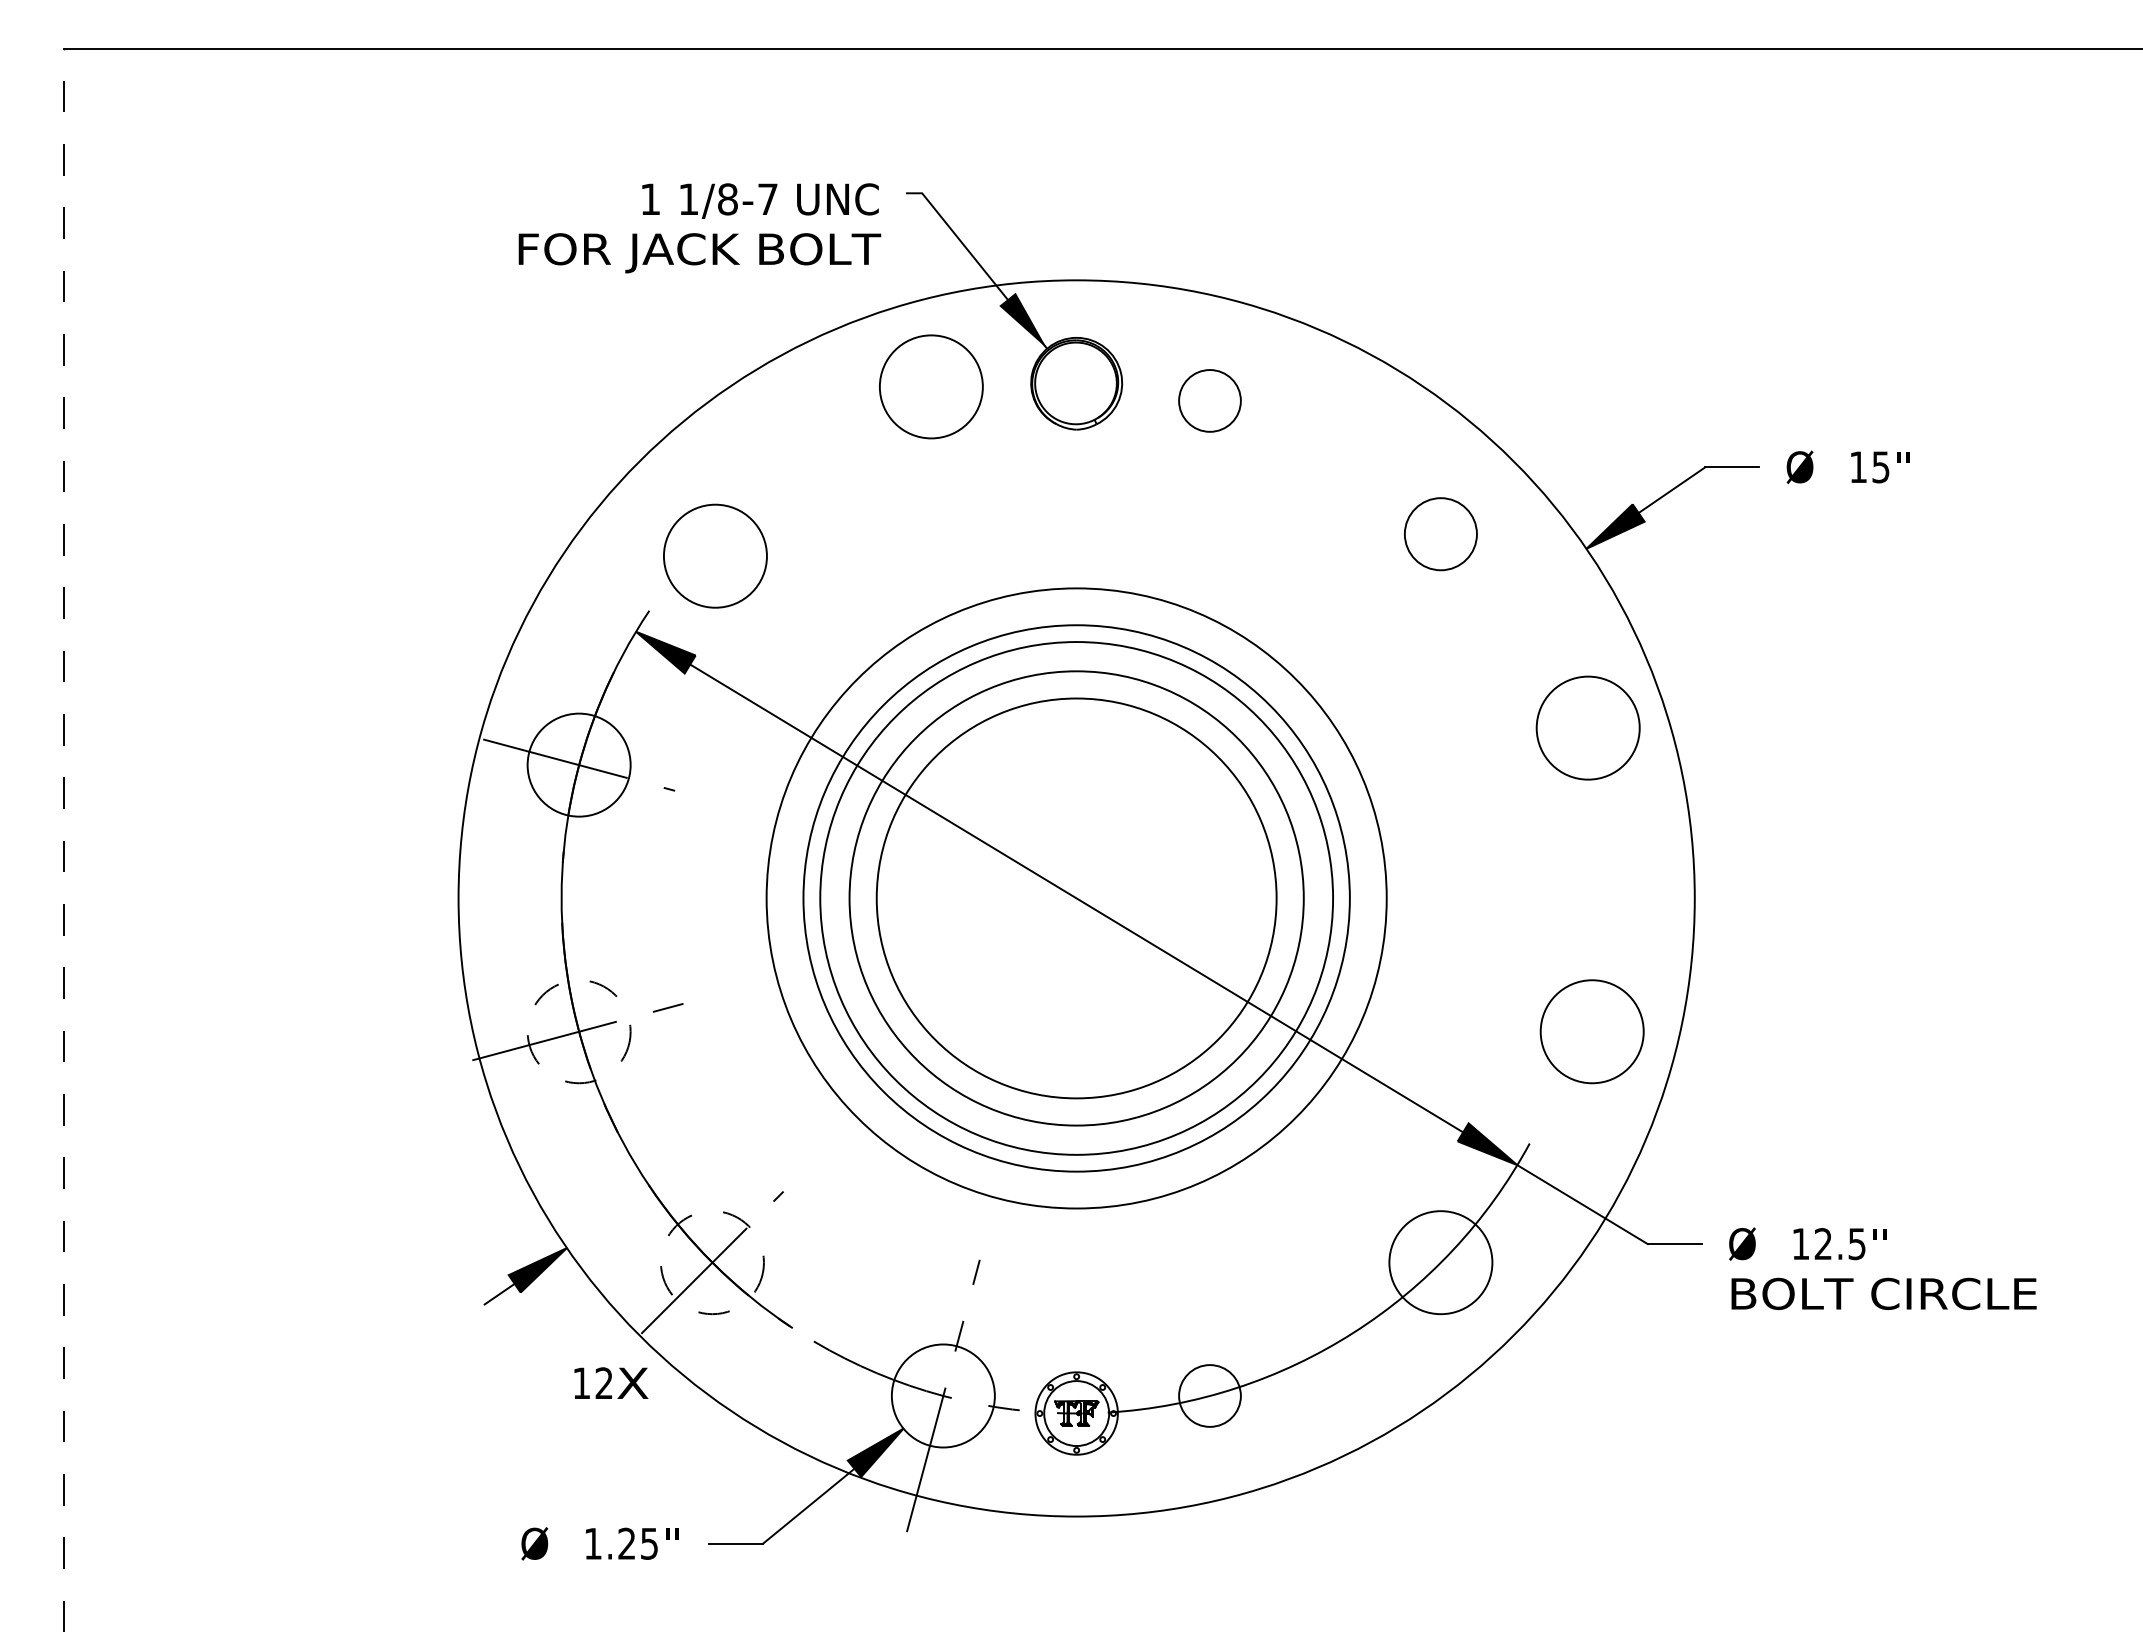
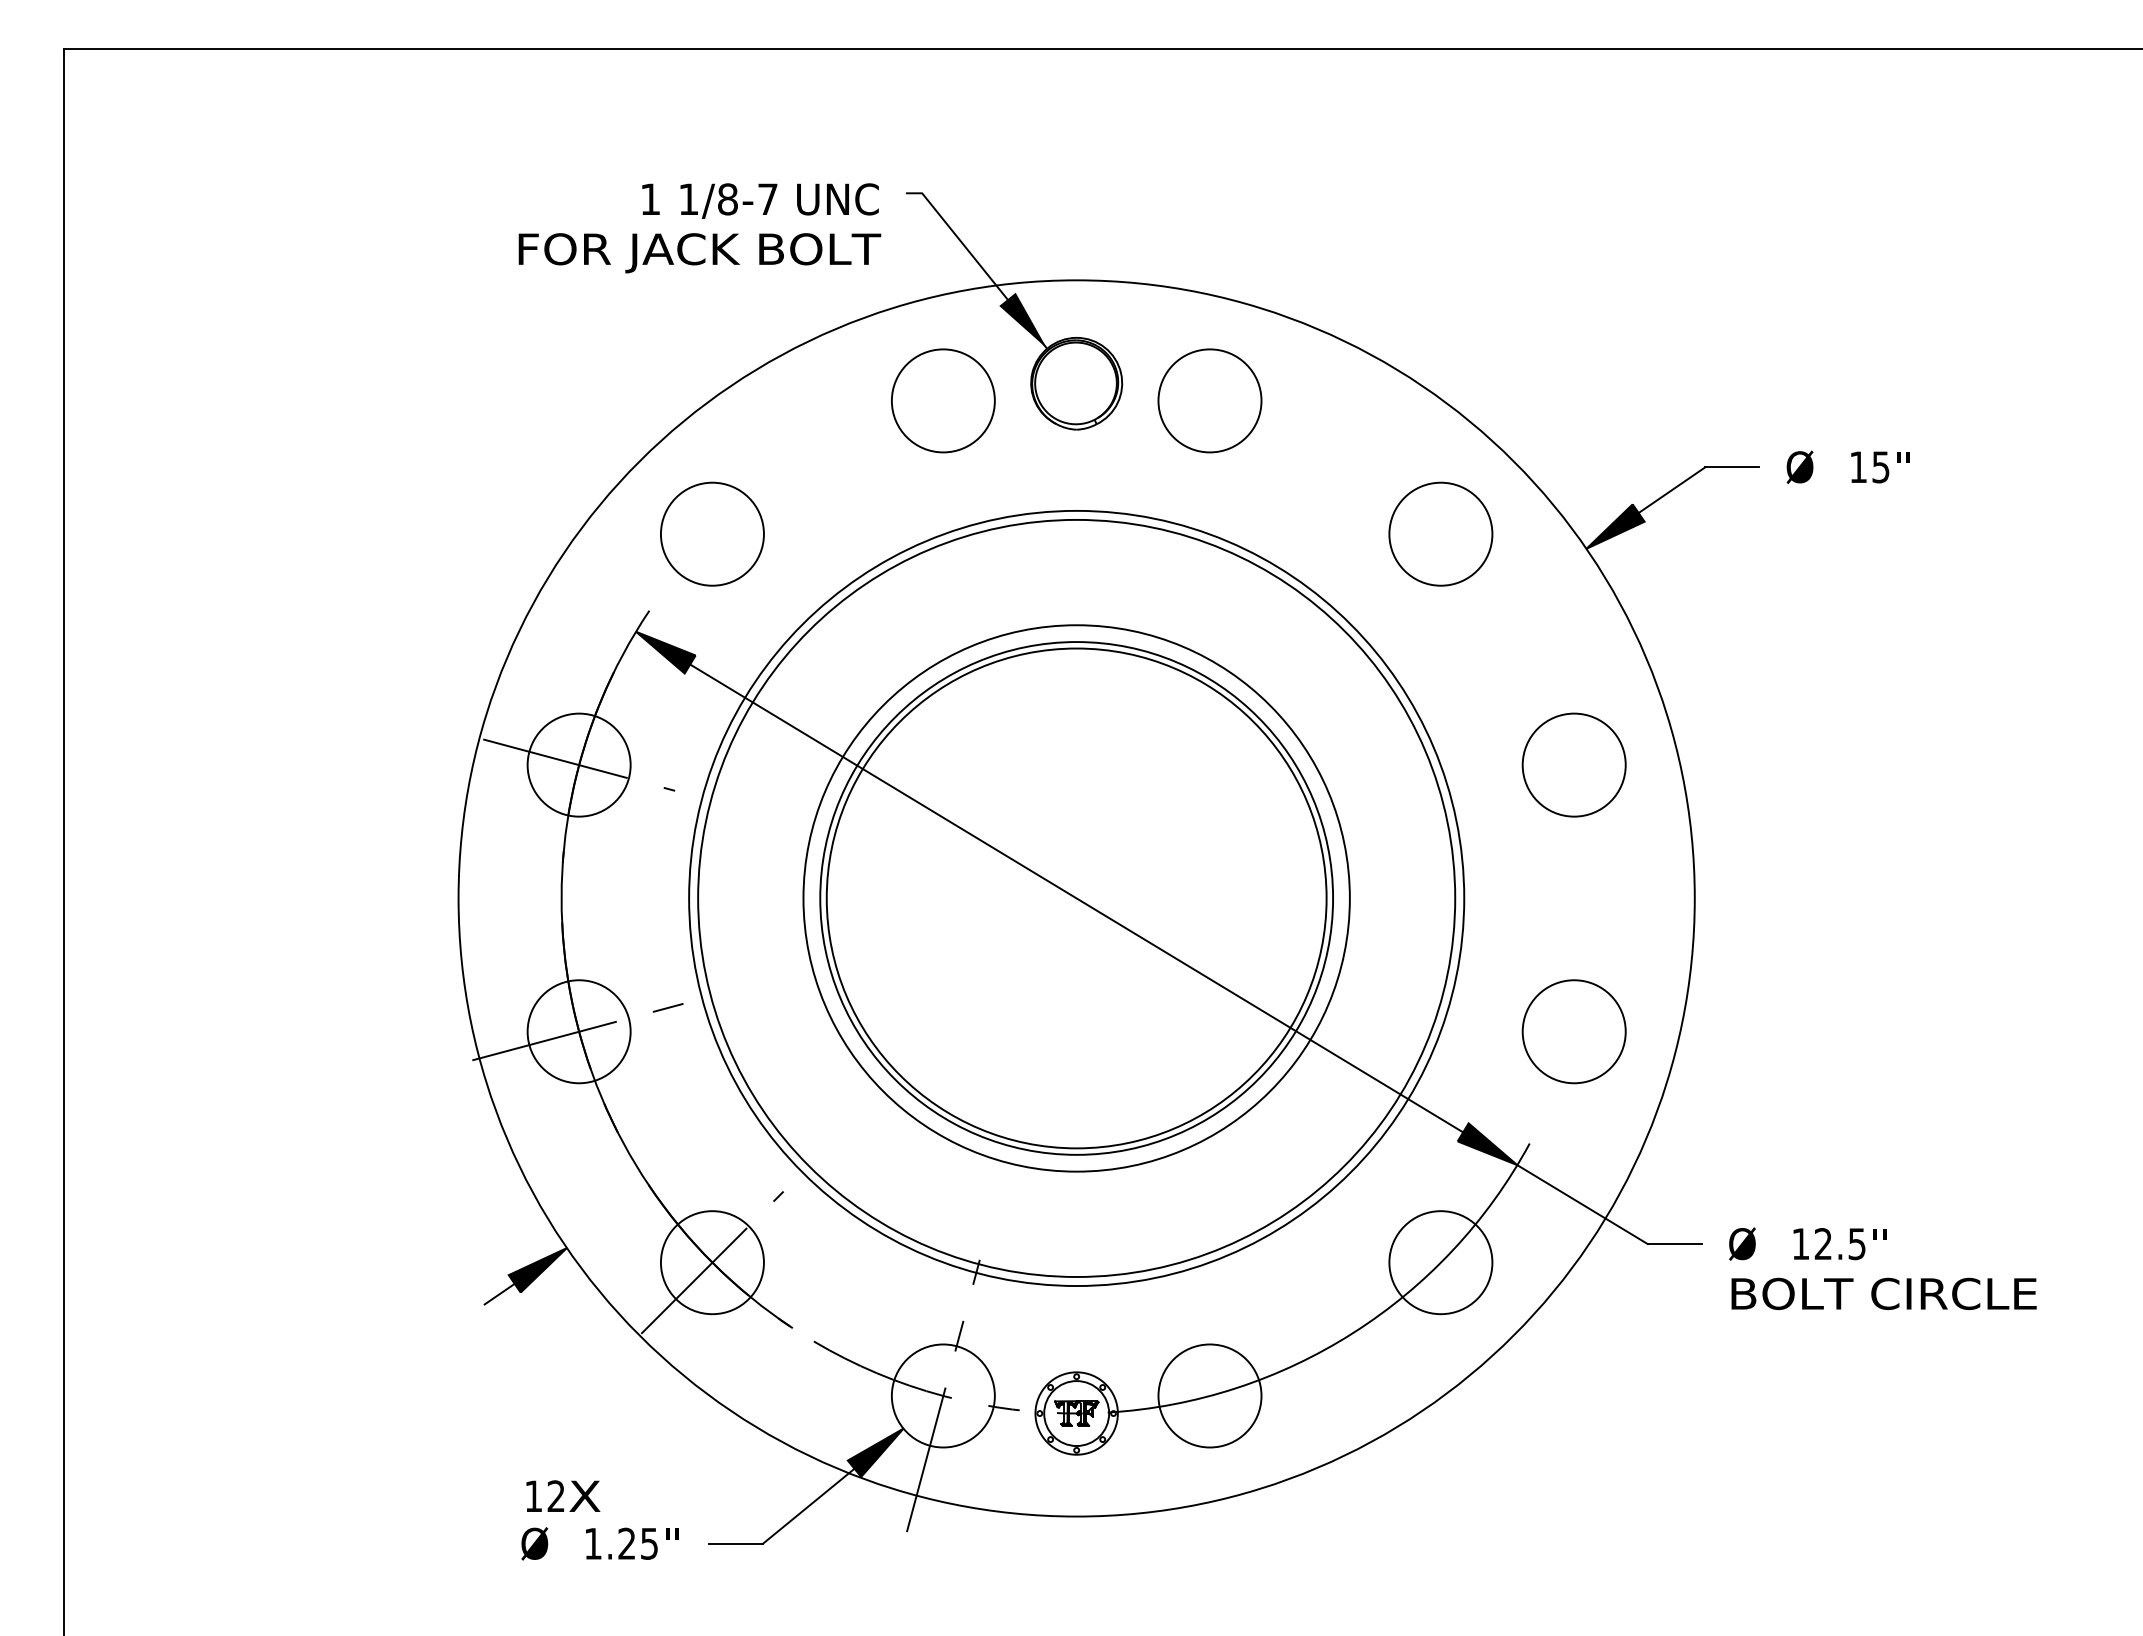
circle at (931, 386) position: (931, 386) -> (943, 400)
circle at (1209, 400) size: 64x64 px -> 106x106 px
circle at (1440, 534) diameter: 72 px -> 103 px
circle at (715, 555) position: (715, 555) -> (712, 533)
circle at (1587, 727) position: (1587, 727) -> (1573, 764)
line at (64, 842): dashed -> solid
circle at (1076, 898) diameter: 400 px -> 500 px
circle at (1076, 898) diameter: 454 px -> 757 px
circle at (1076, 898) diameter: 620 px -> 775 px
circle at (578, 1031): dashed -> solid
circle at (1591, 1031) position: (1591, 1031) -> (1573, 1031)
circle at (711, 1262): dashed -> solid
text at (611, 1382) position: (611, 1382) -> (563, 1495)
circle at (1209, 1395) diameter: 62 px -> 103 px
